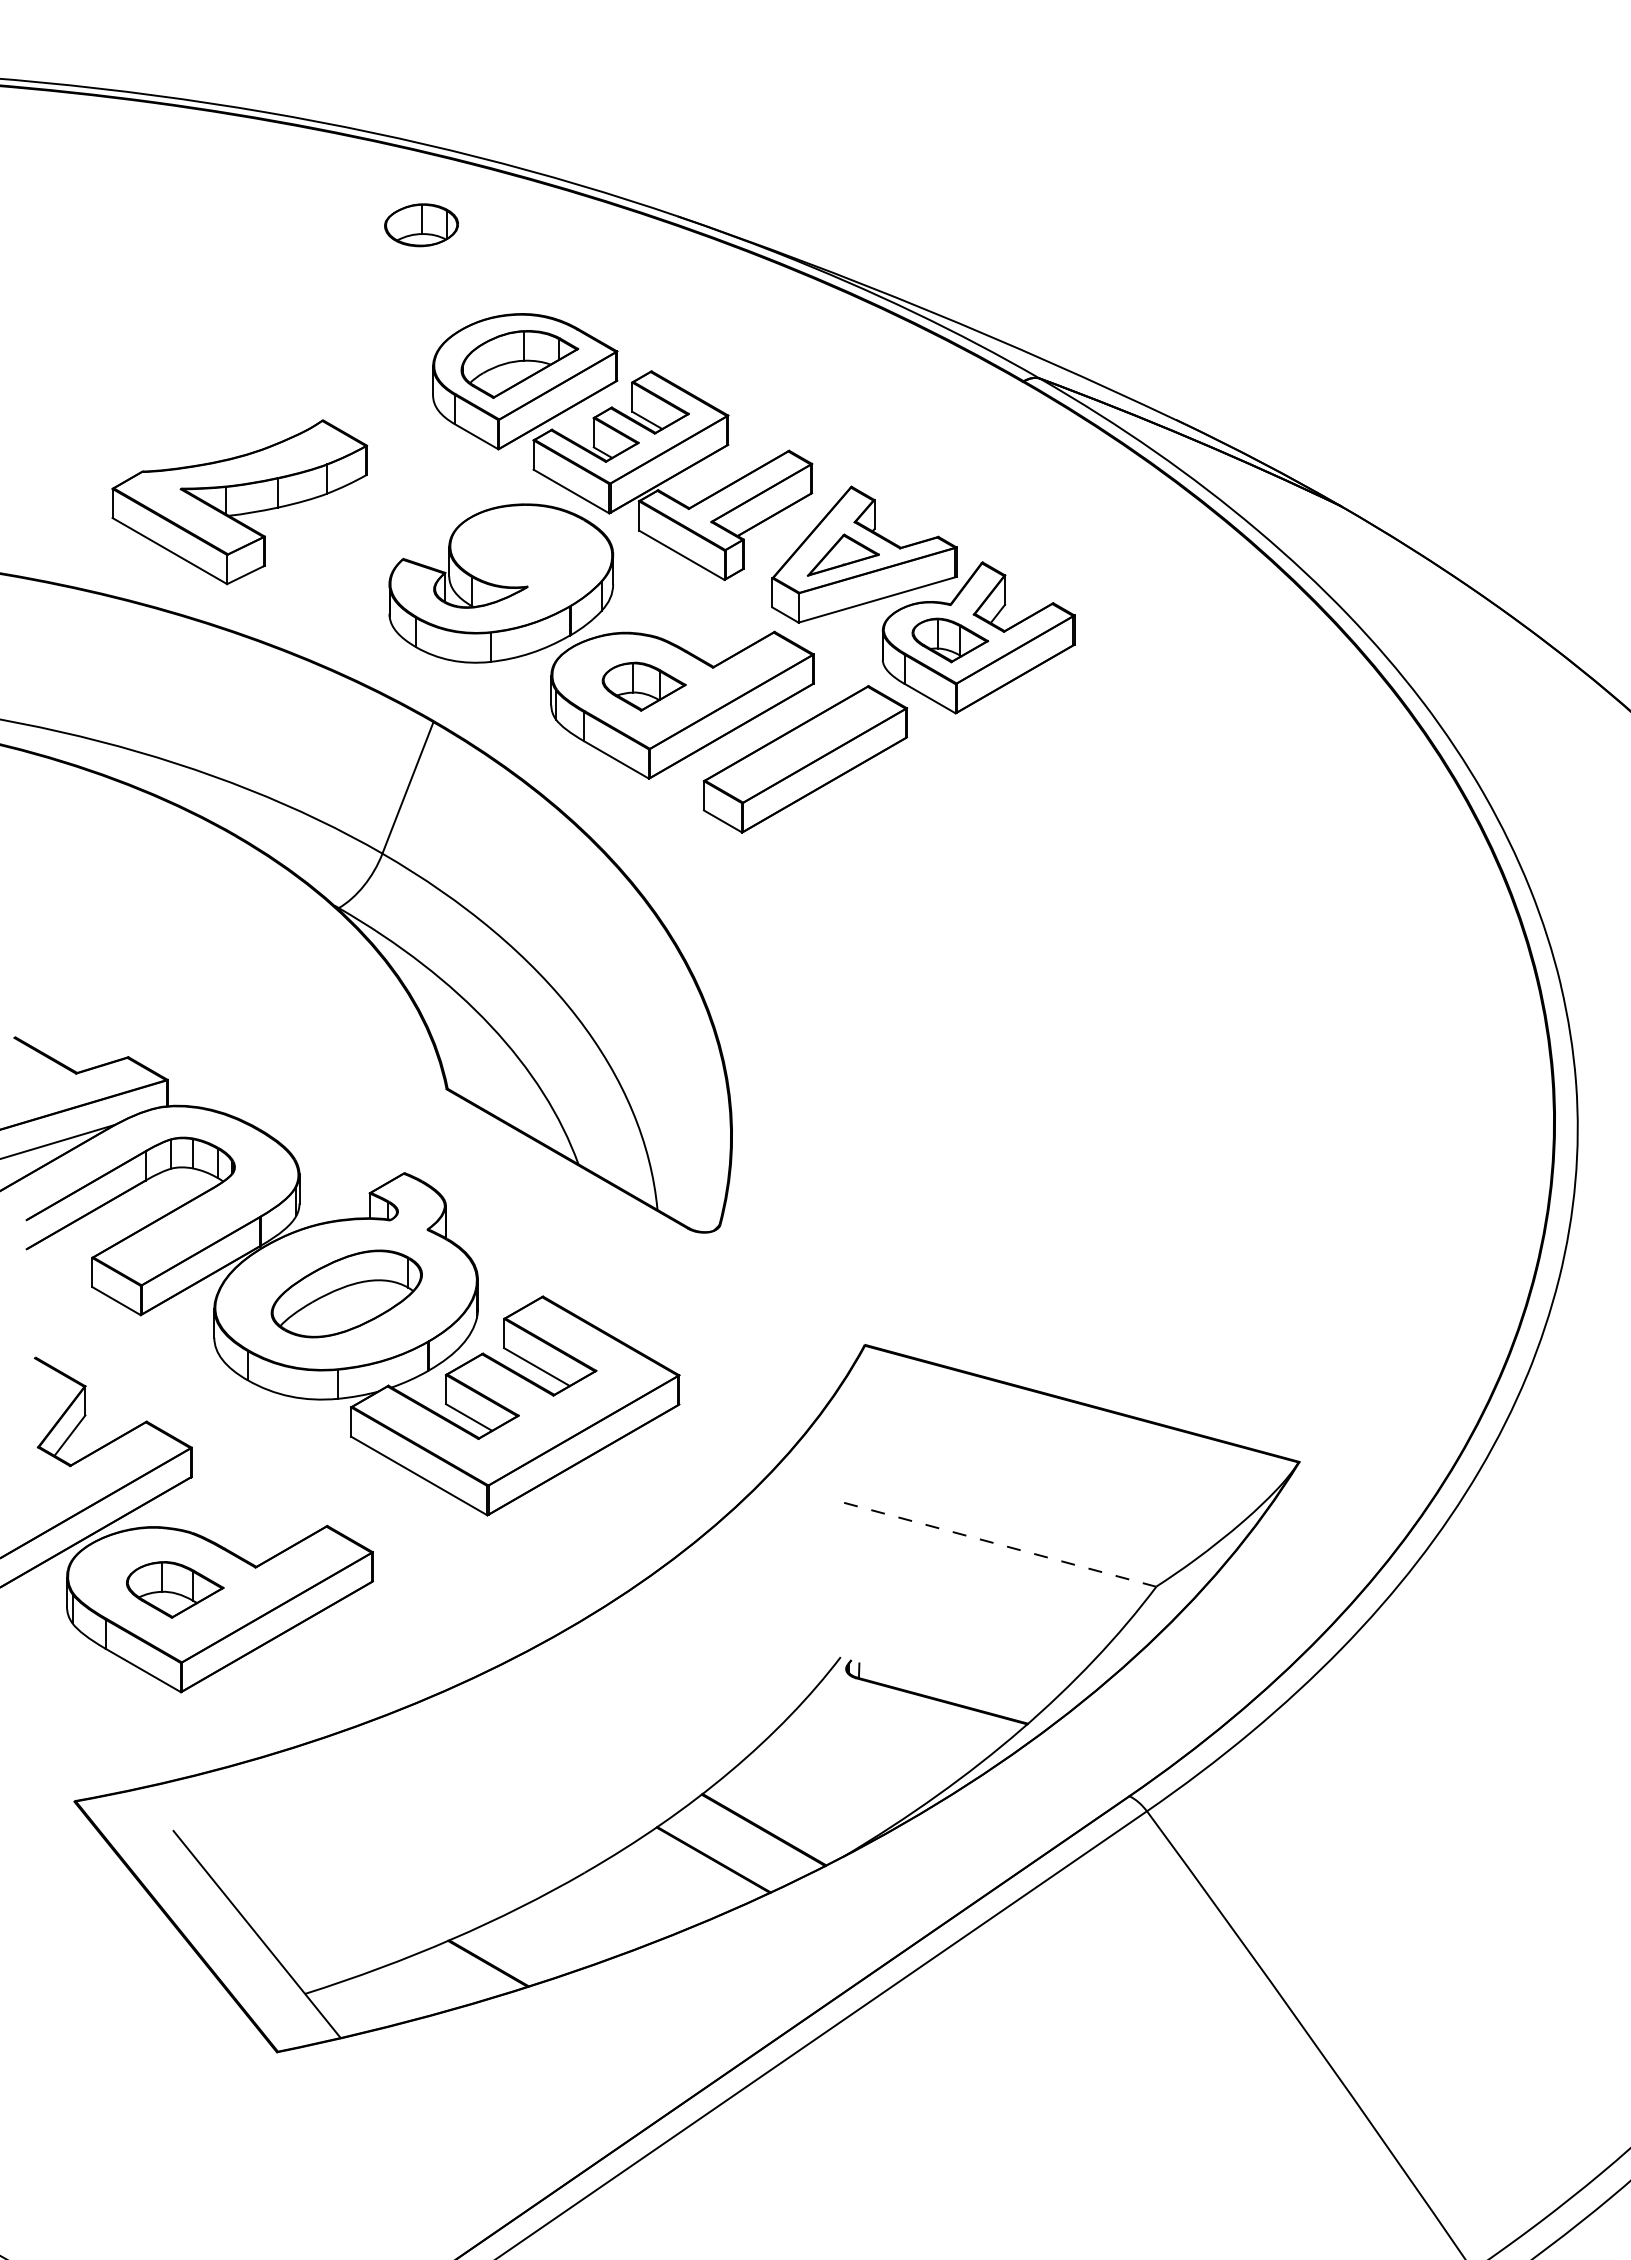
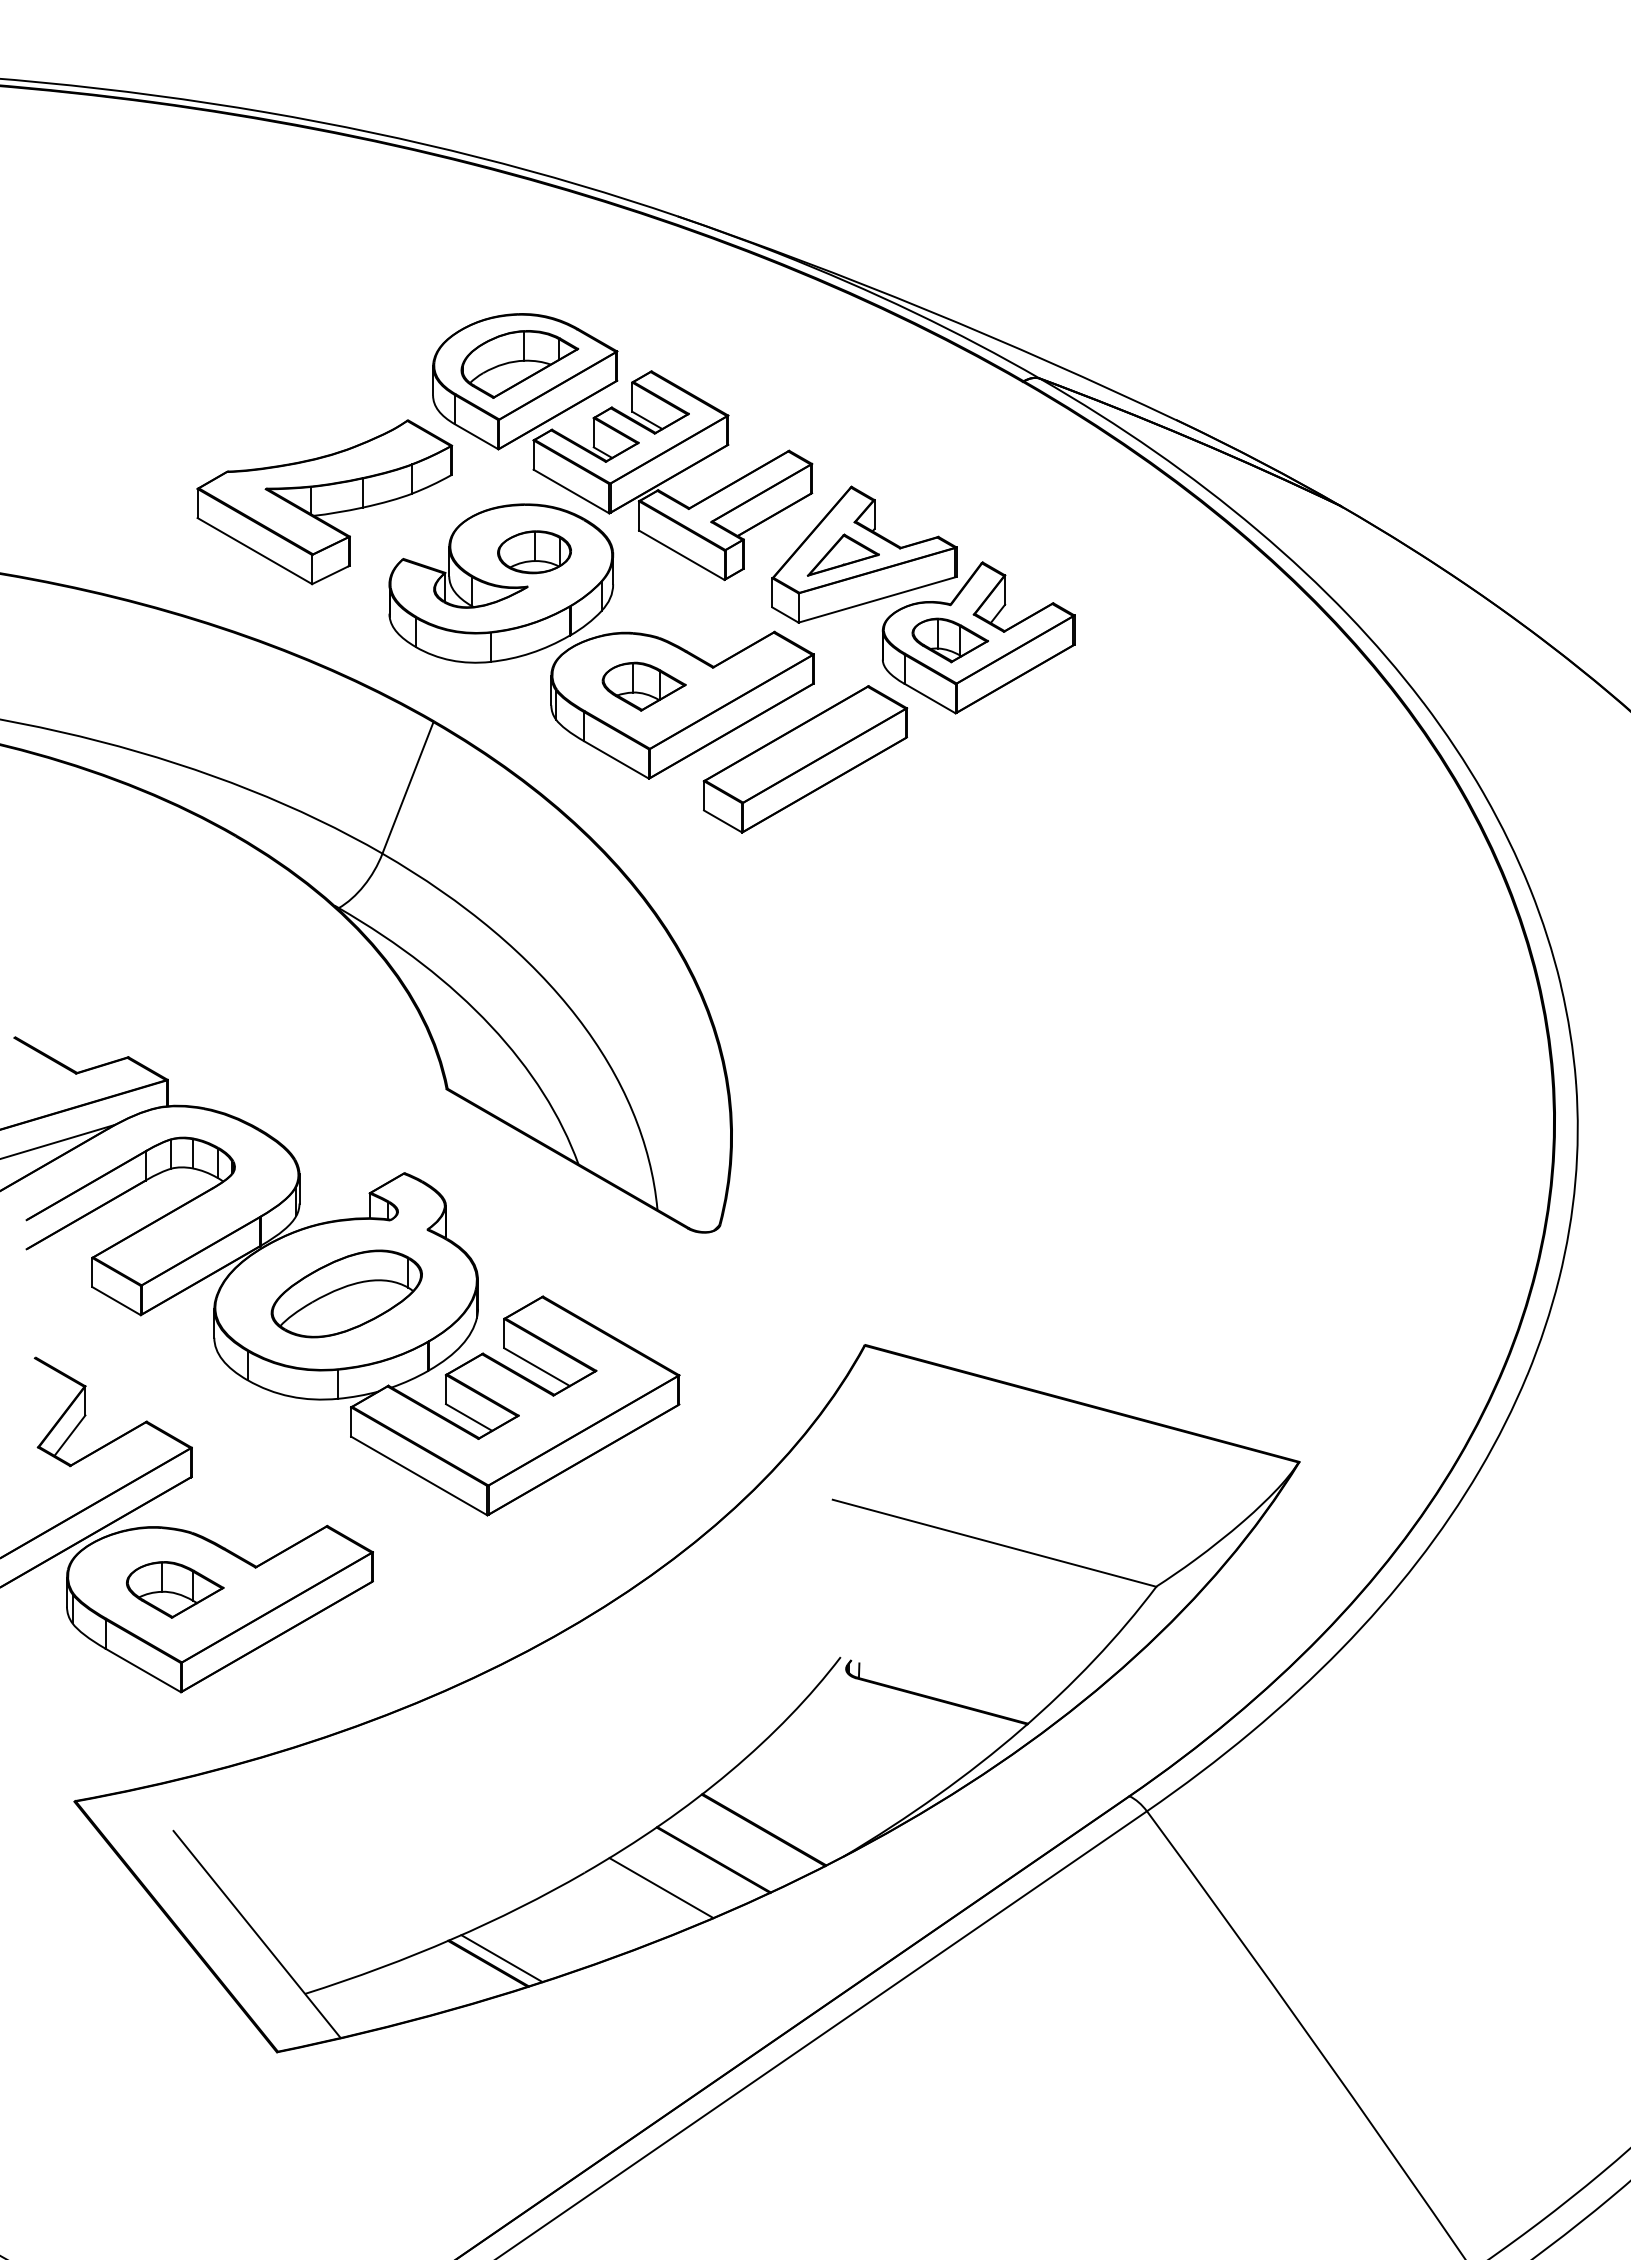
part at (421, 225) position: (421, 225) -> (534, 552)
part at (239, 502) position: (239, 502) -> (324, 502)
line at (994, 1543): dashed -> solid
line at (661, 1888): none -> present
line at (501, 1958): none -> present
